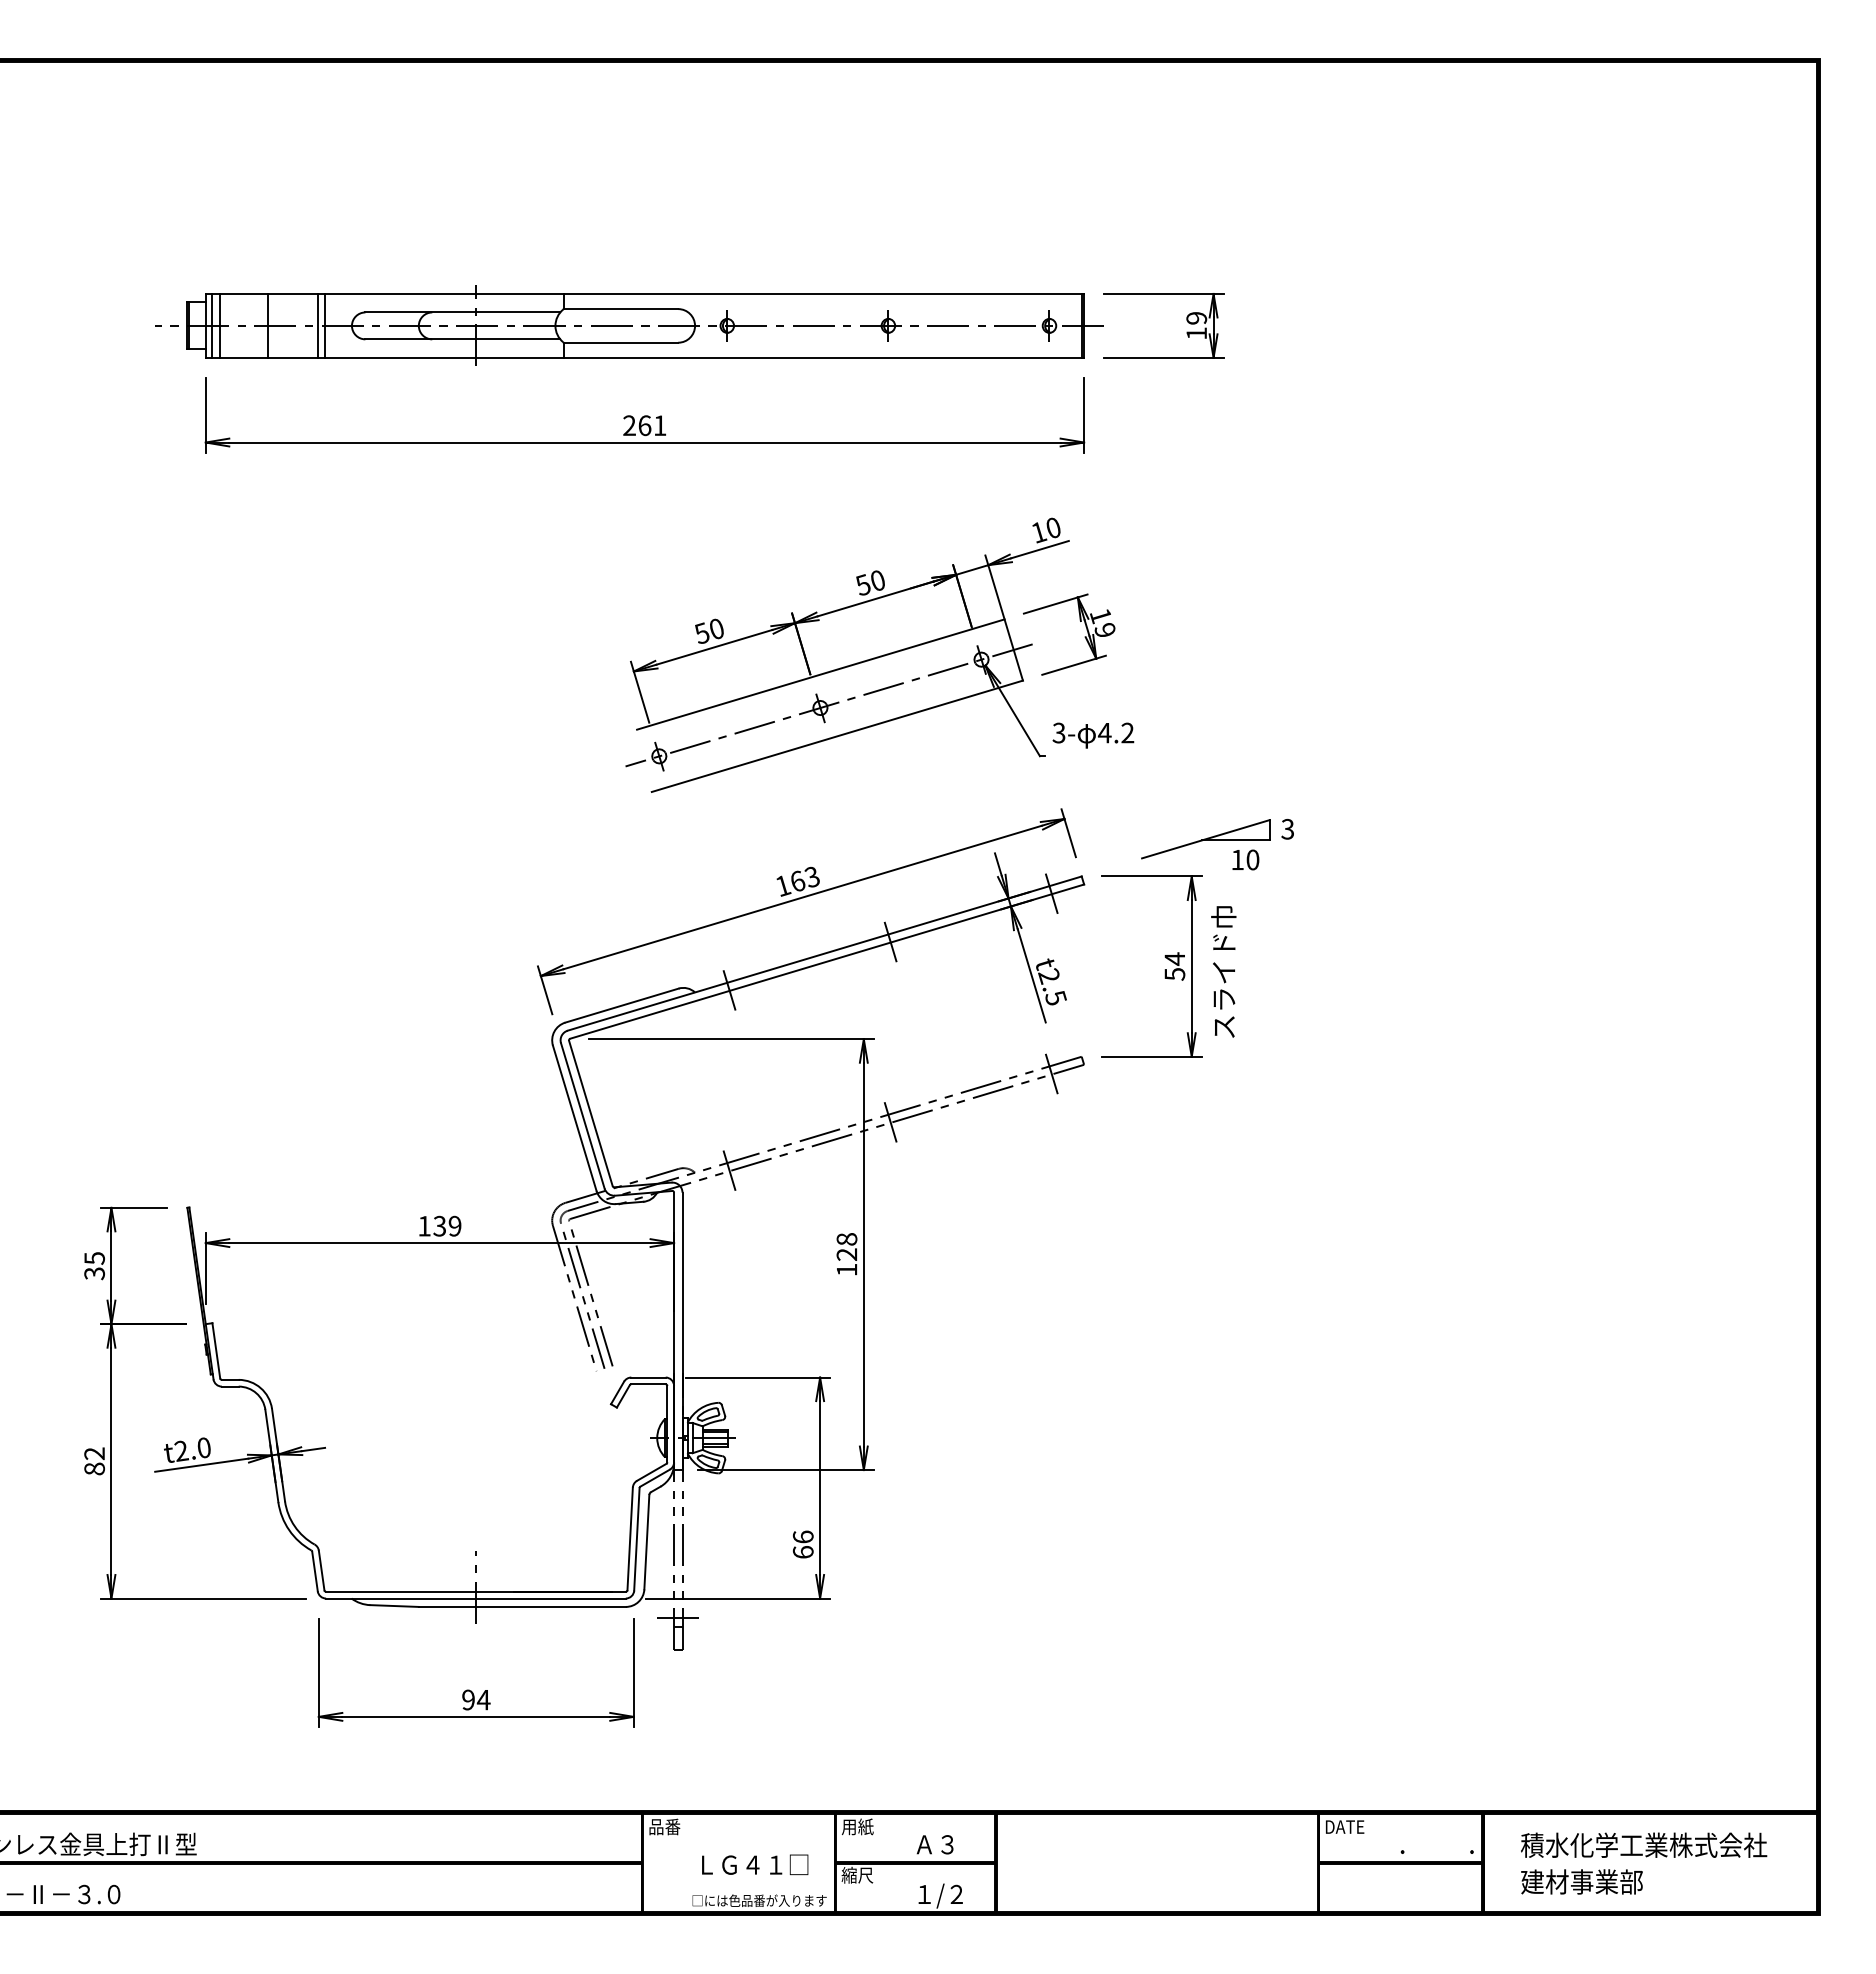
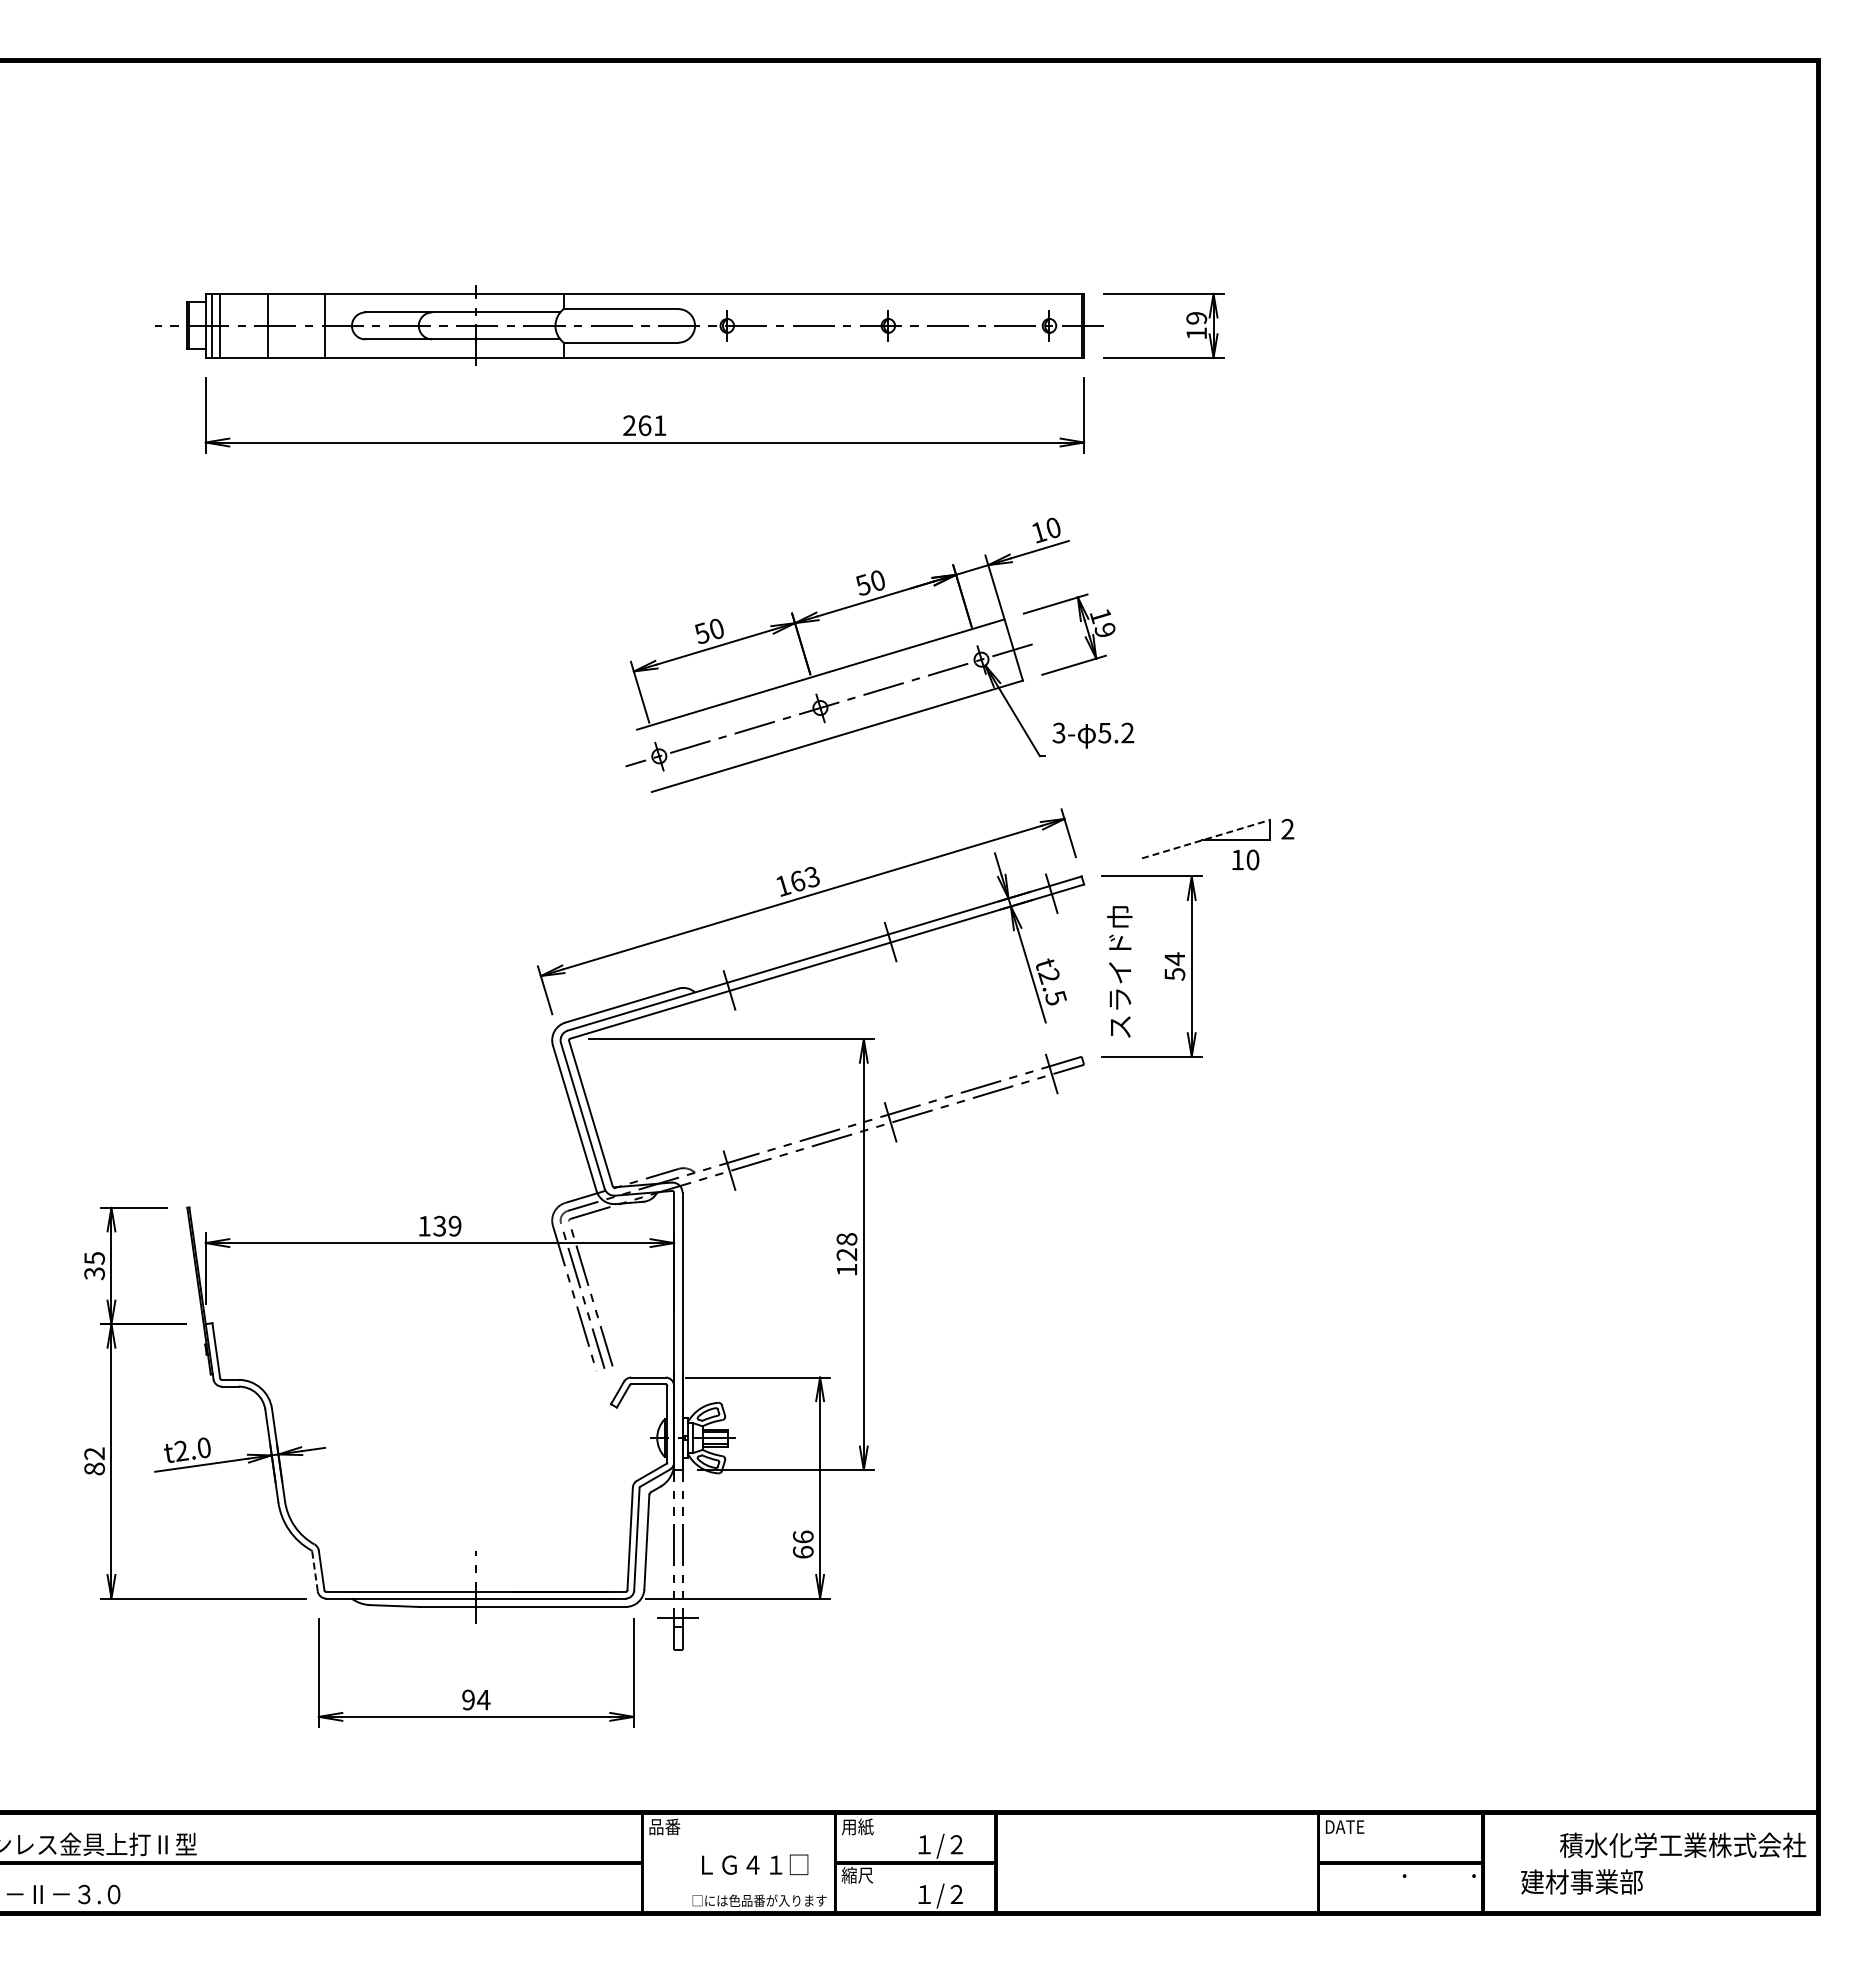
line at (318, 325): present -> none
text at (1104, 733): 4.2 -> 5.2
text at (1287, 829): 3 -> 2
line at (1205, 839): solid -> dashed
text at (1223, 971) position: (1223, 971) -> (1119, 971)
line at (314, 1570): solid -> dashed
text at (1644, 1844) position: (1644, 1844) -> (1683, 1844)
text at (939, 1845): Ａ３ -> １/２
text at (1436, 1851) position: (1436, 1851) -> (1438, 1875)
